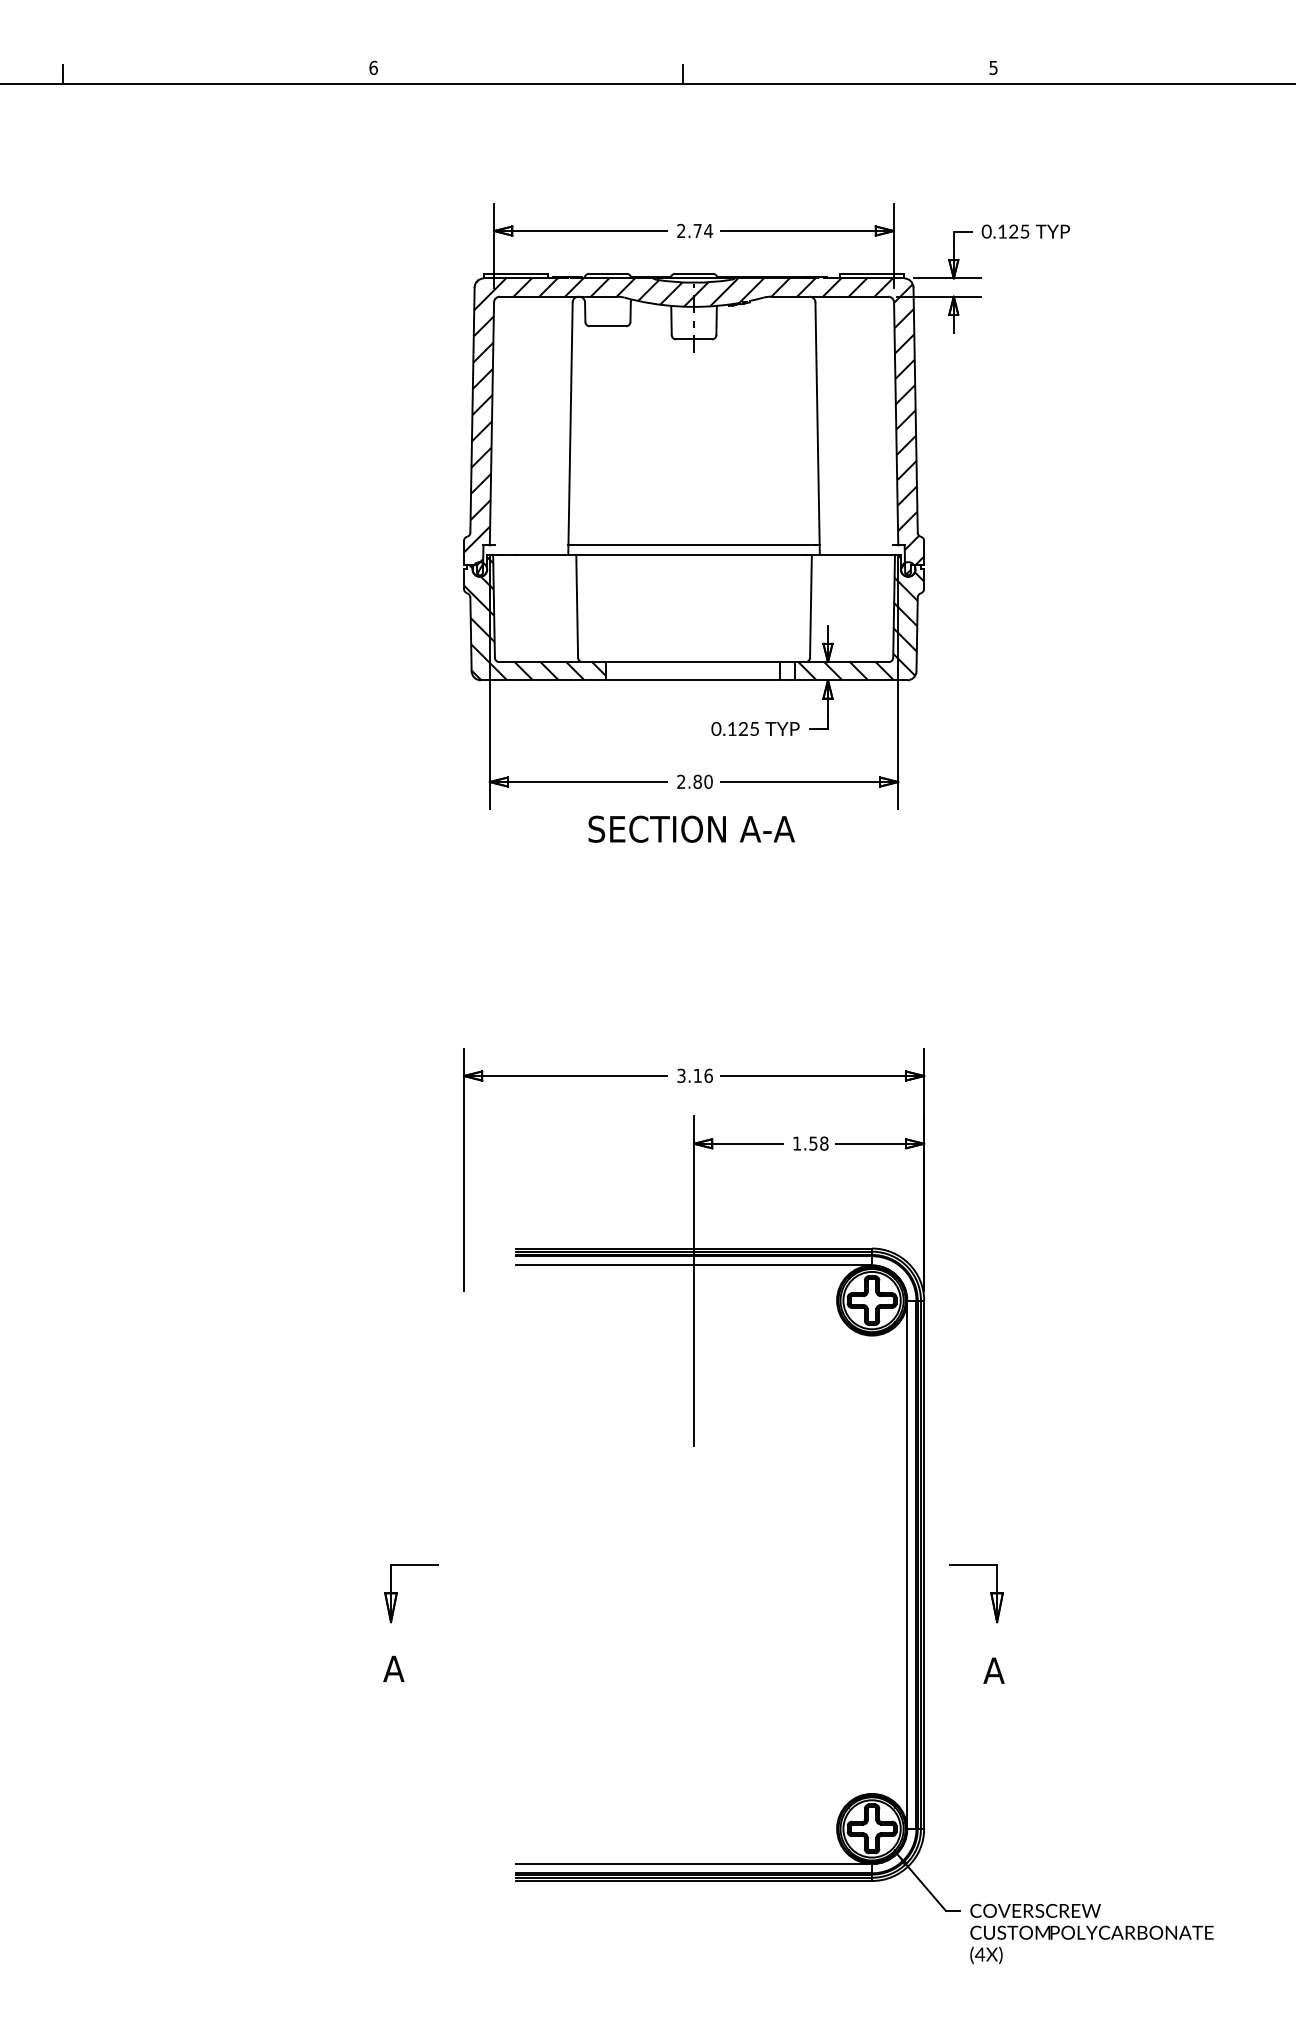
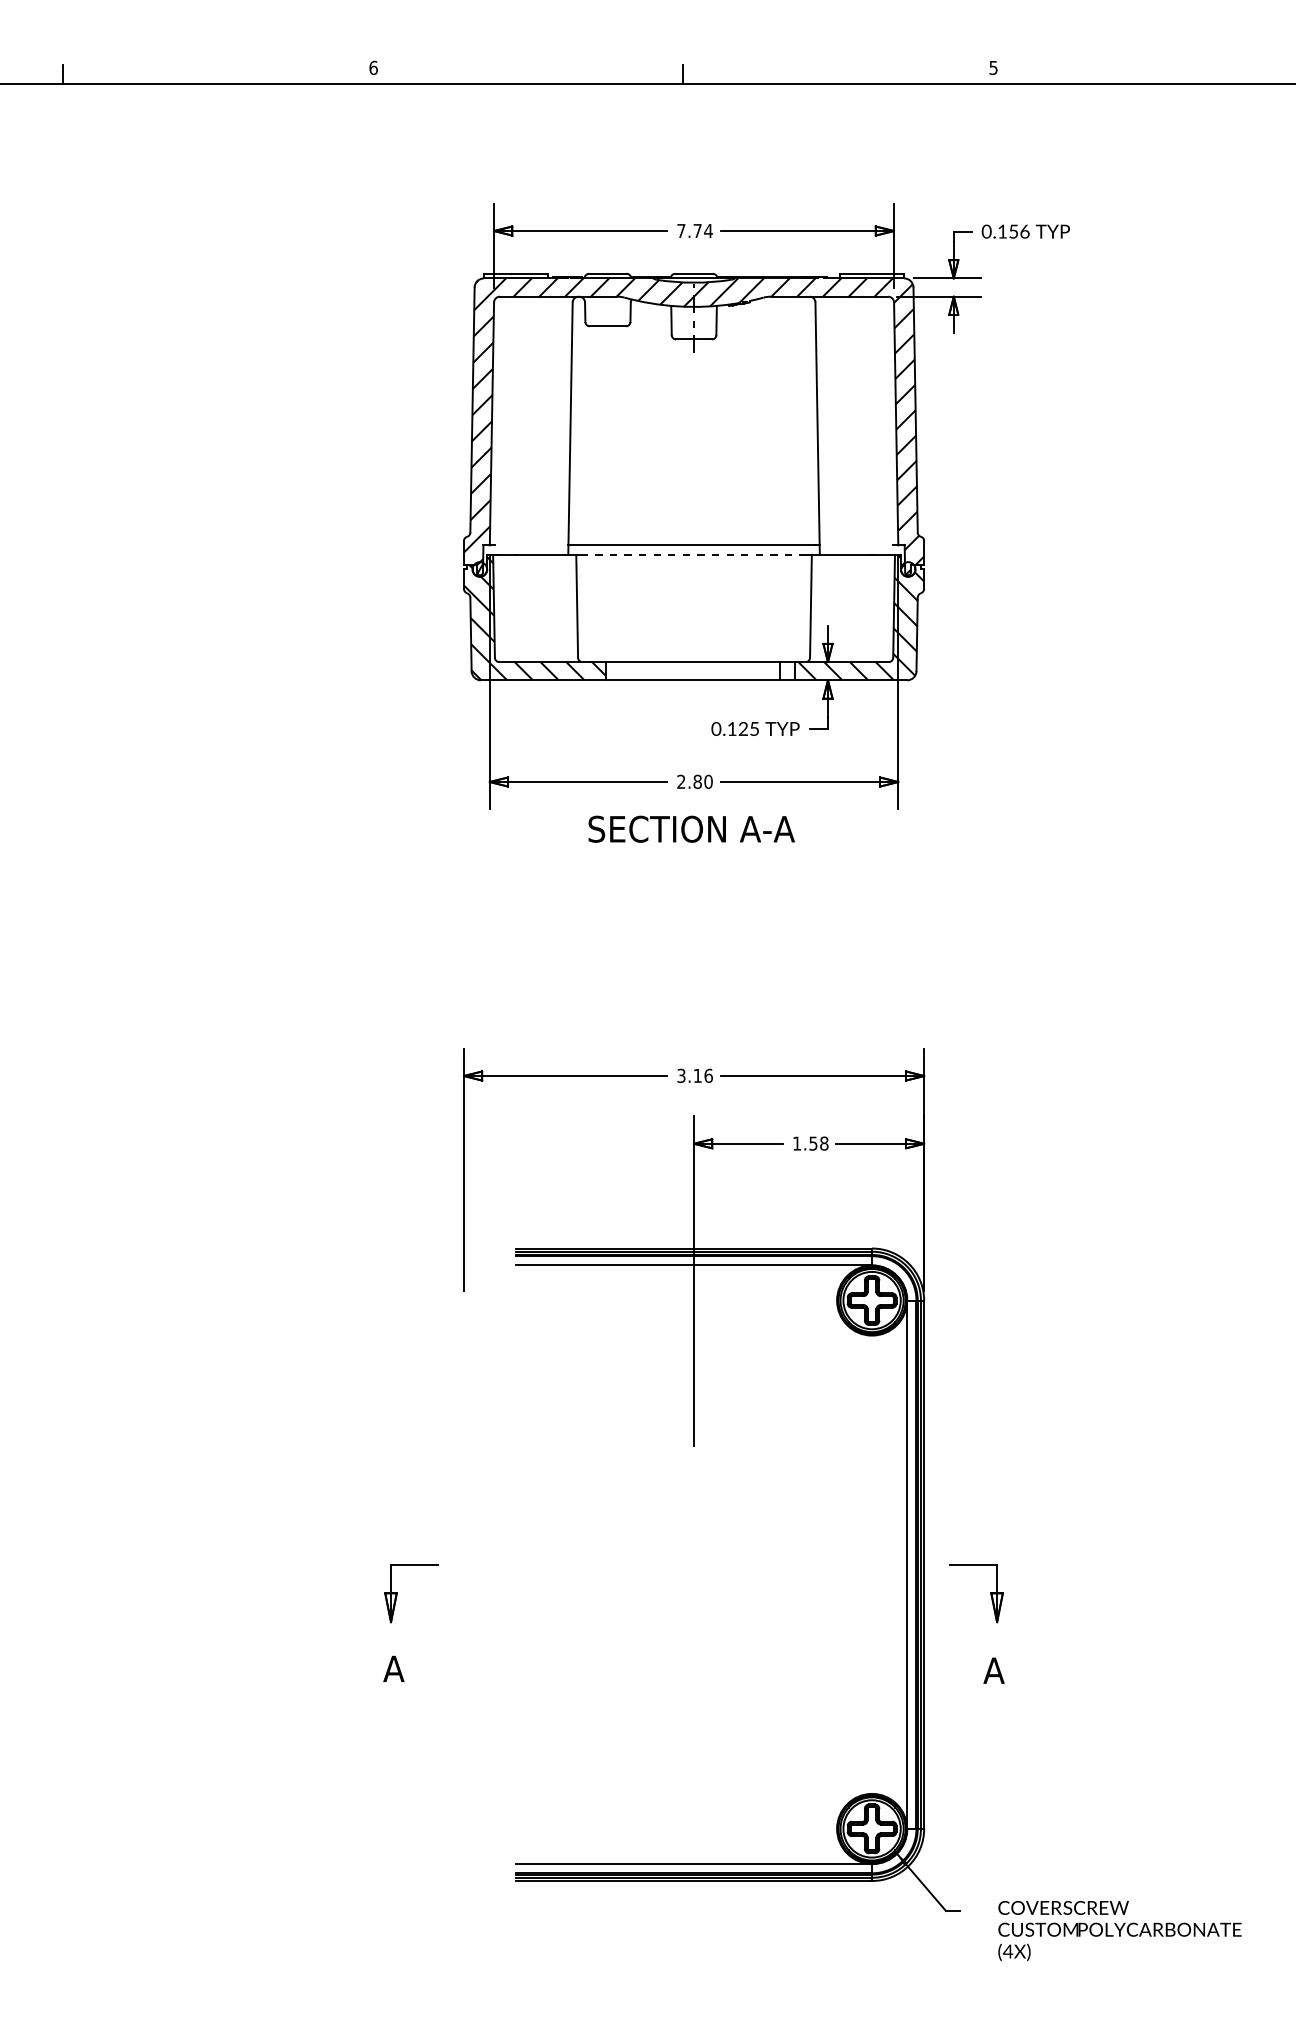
text at (681, 230): 2.74 -> 7.74
text at (1019, 231): 0.125 -> 0.156
line at (694, 554): solid -> dashed
text at (1091, 1933) position: (1091, 1933) -> (1119, 1930)
